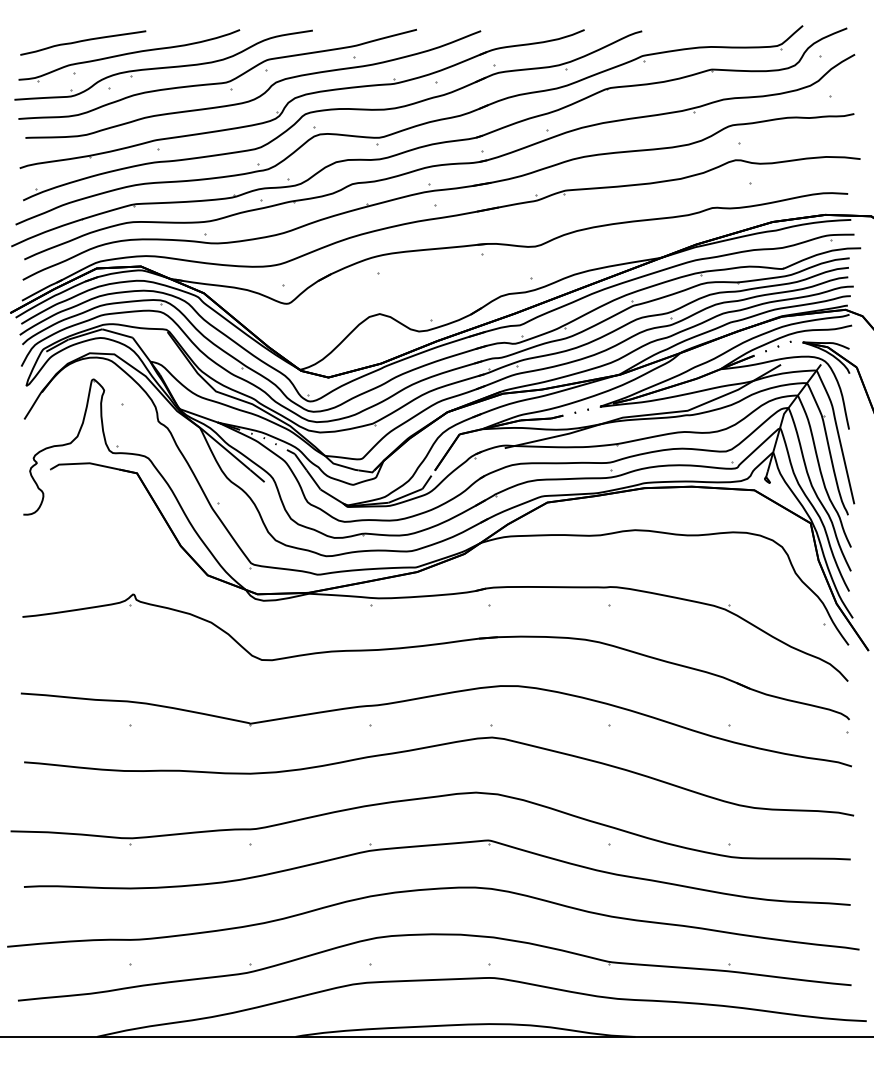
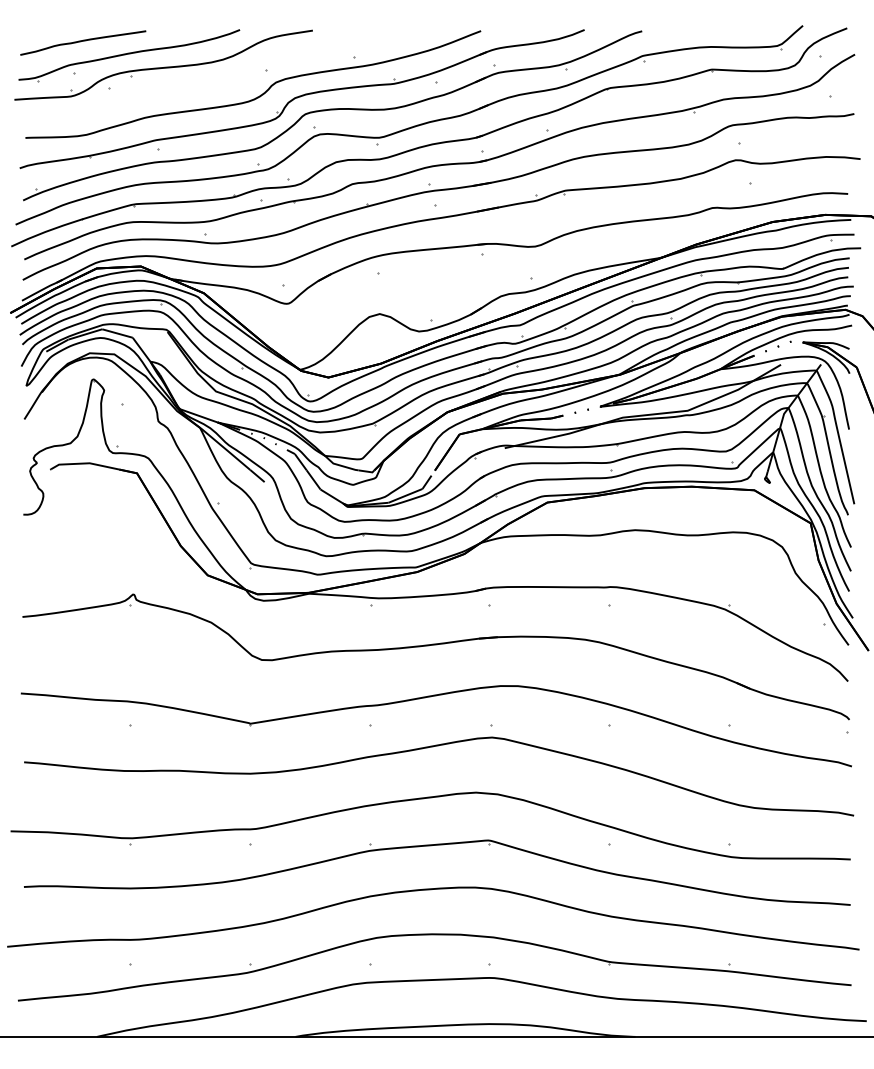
part at (217, 82): present -> none
